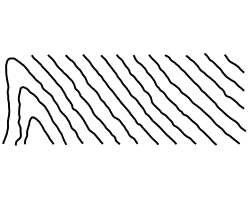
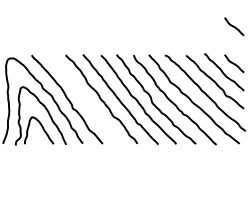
curve at (234, 26): none -> present
curve at (83, 99): present -> none
